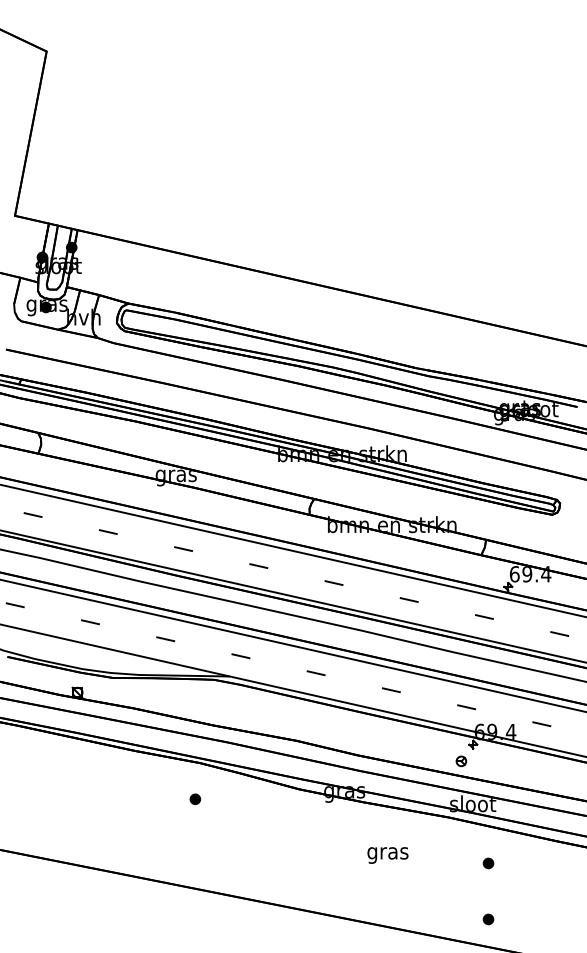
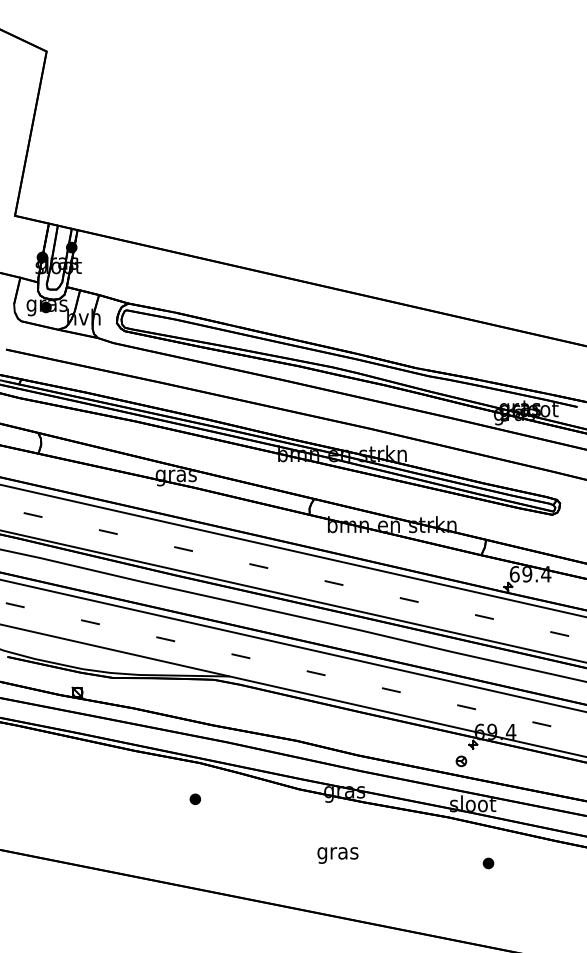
text at (387, 855) position: (387, 855) -> (337, 855)
part at (488, 919): present -> none
